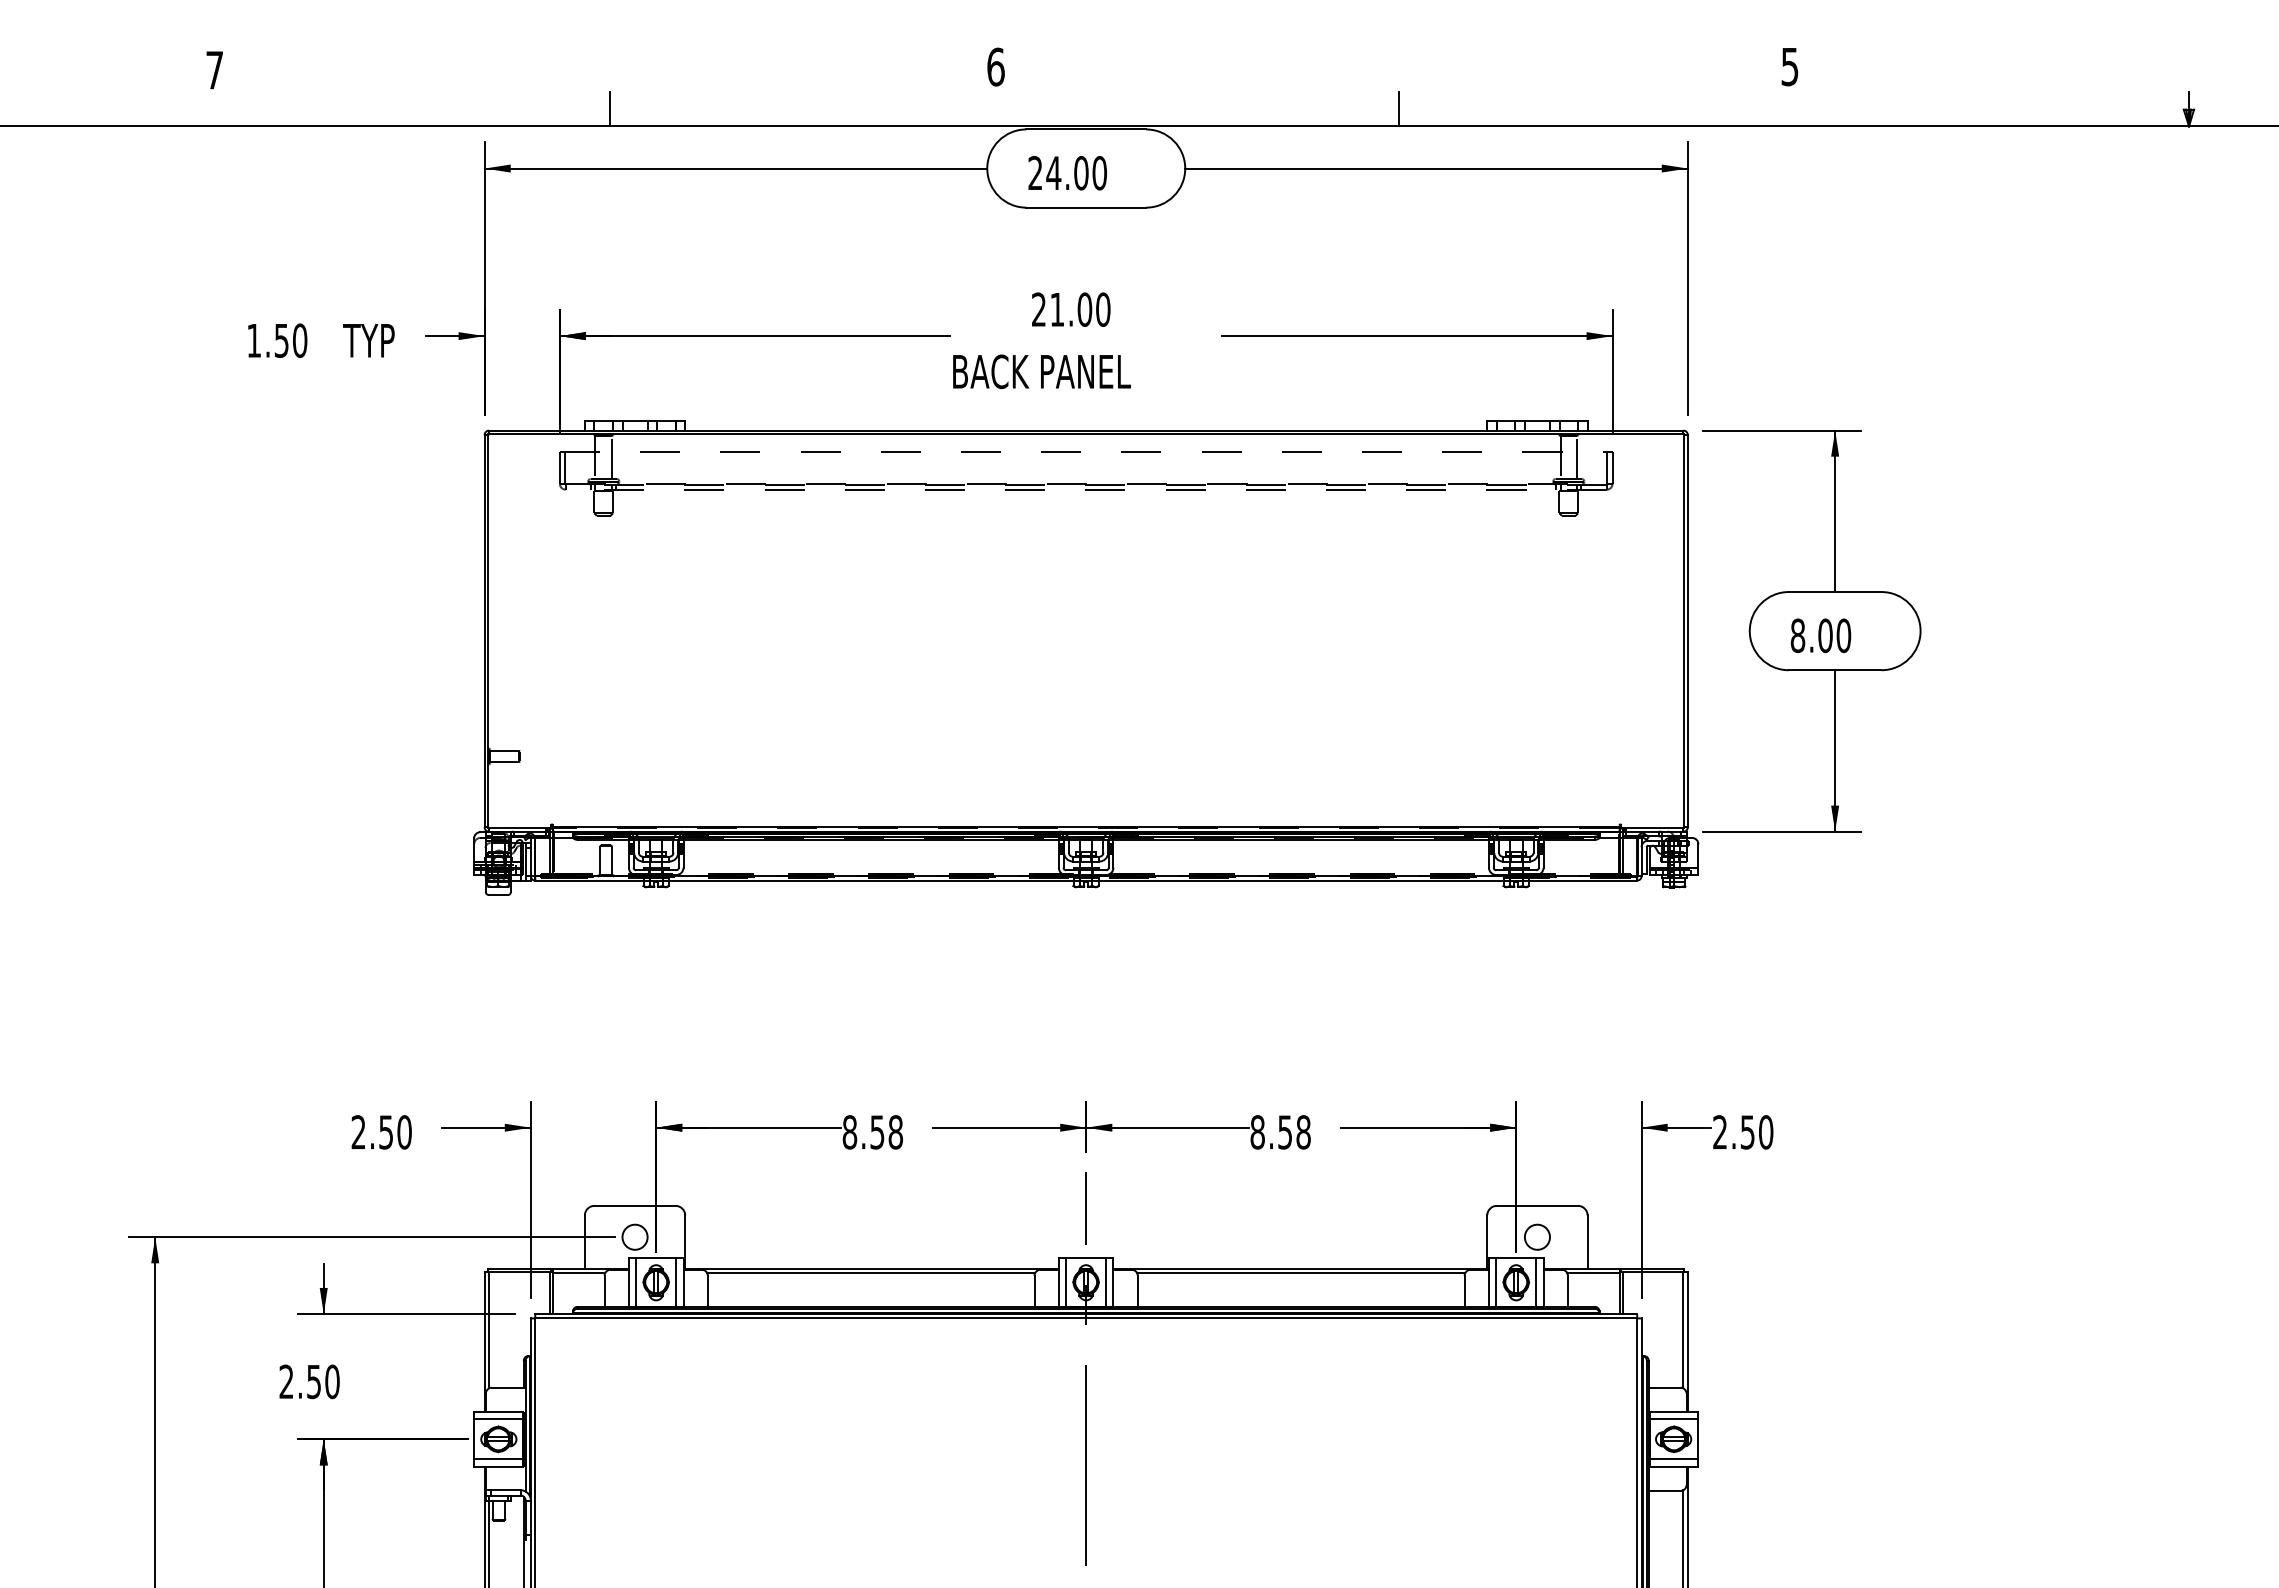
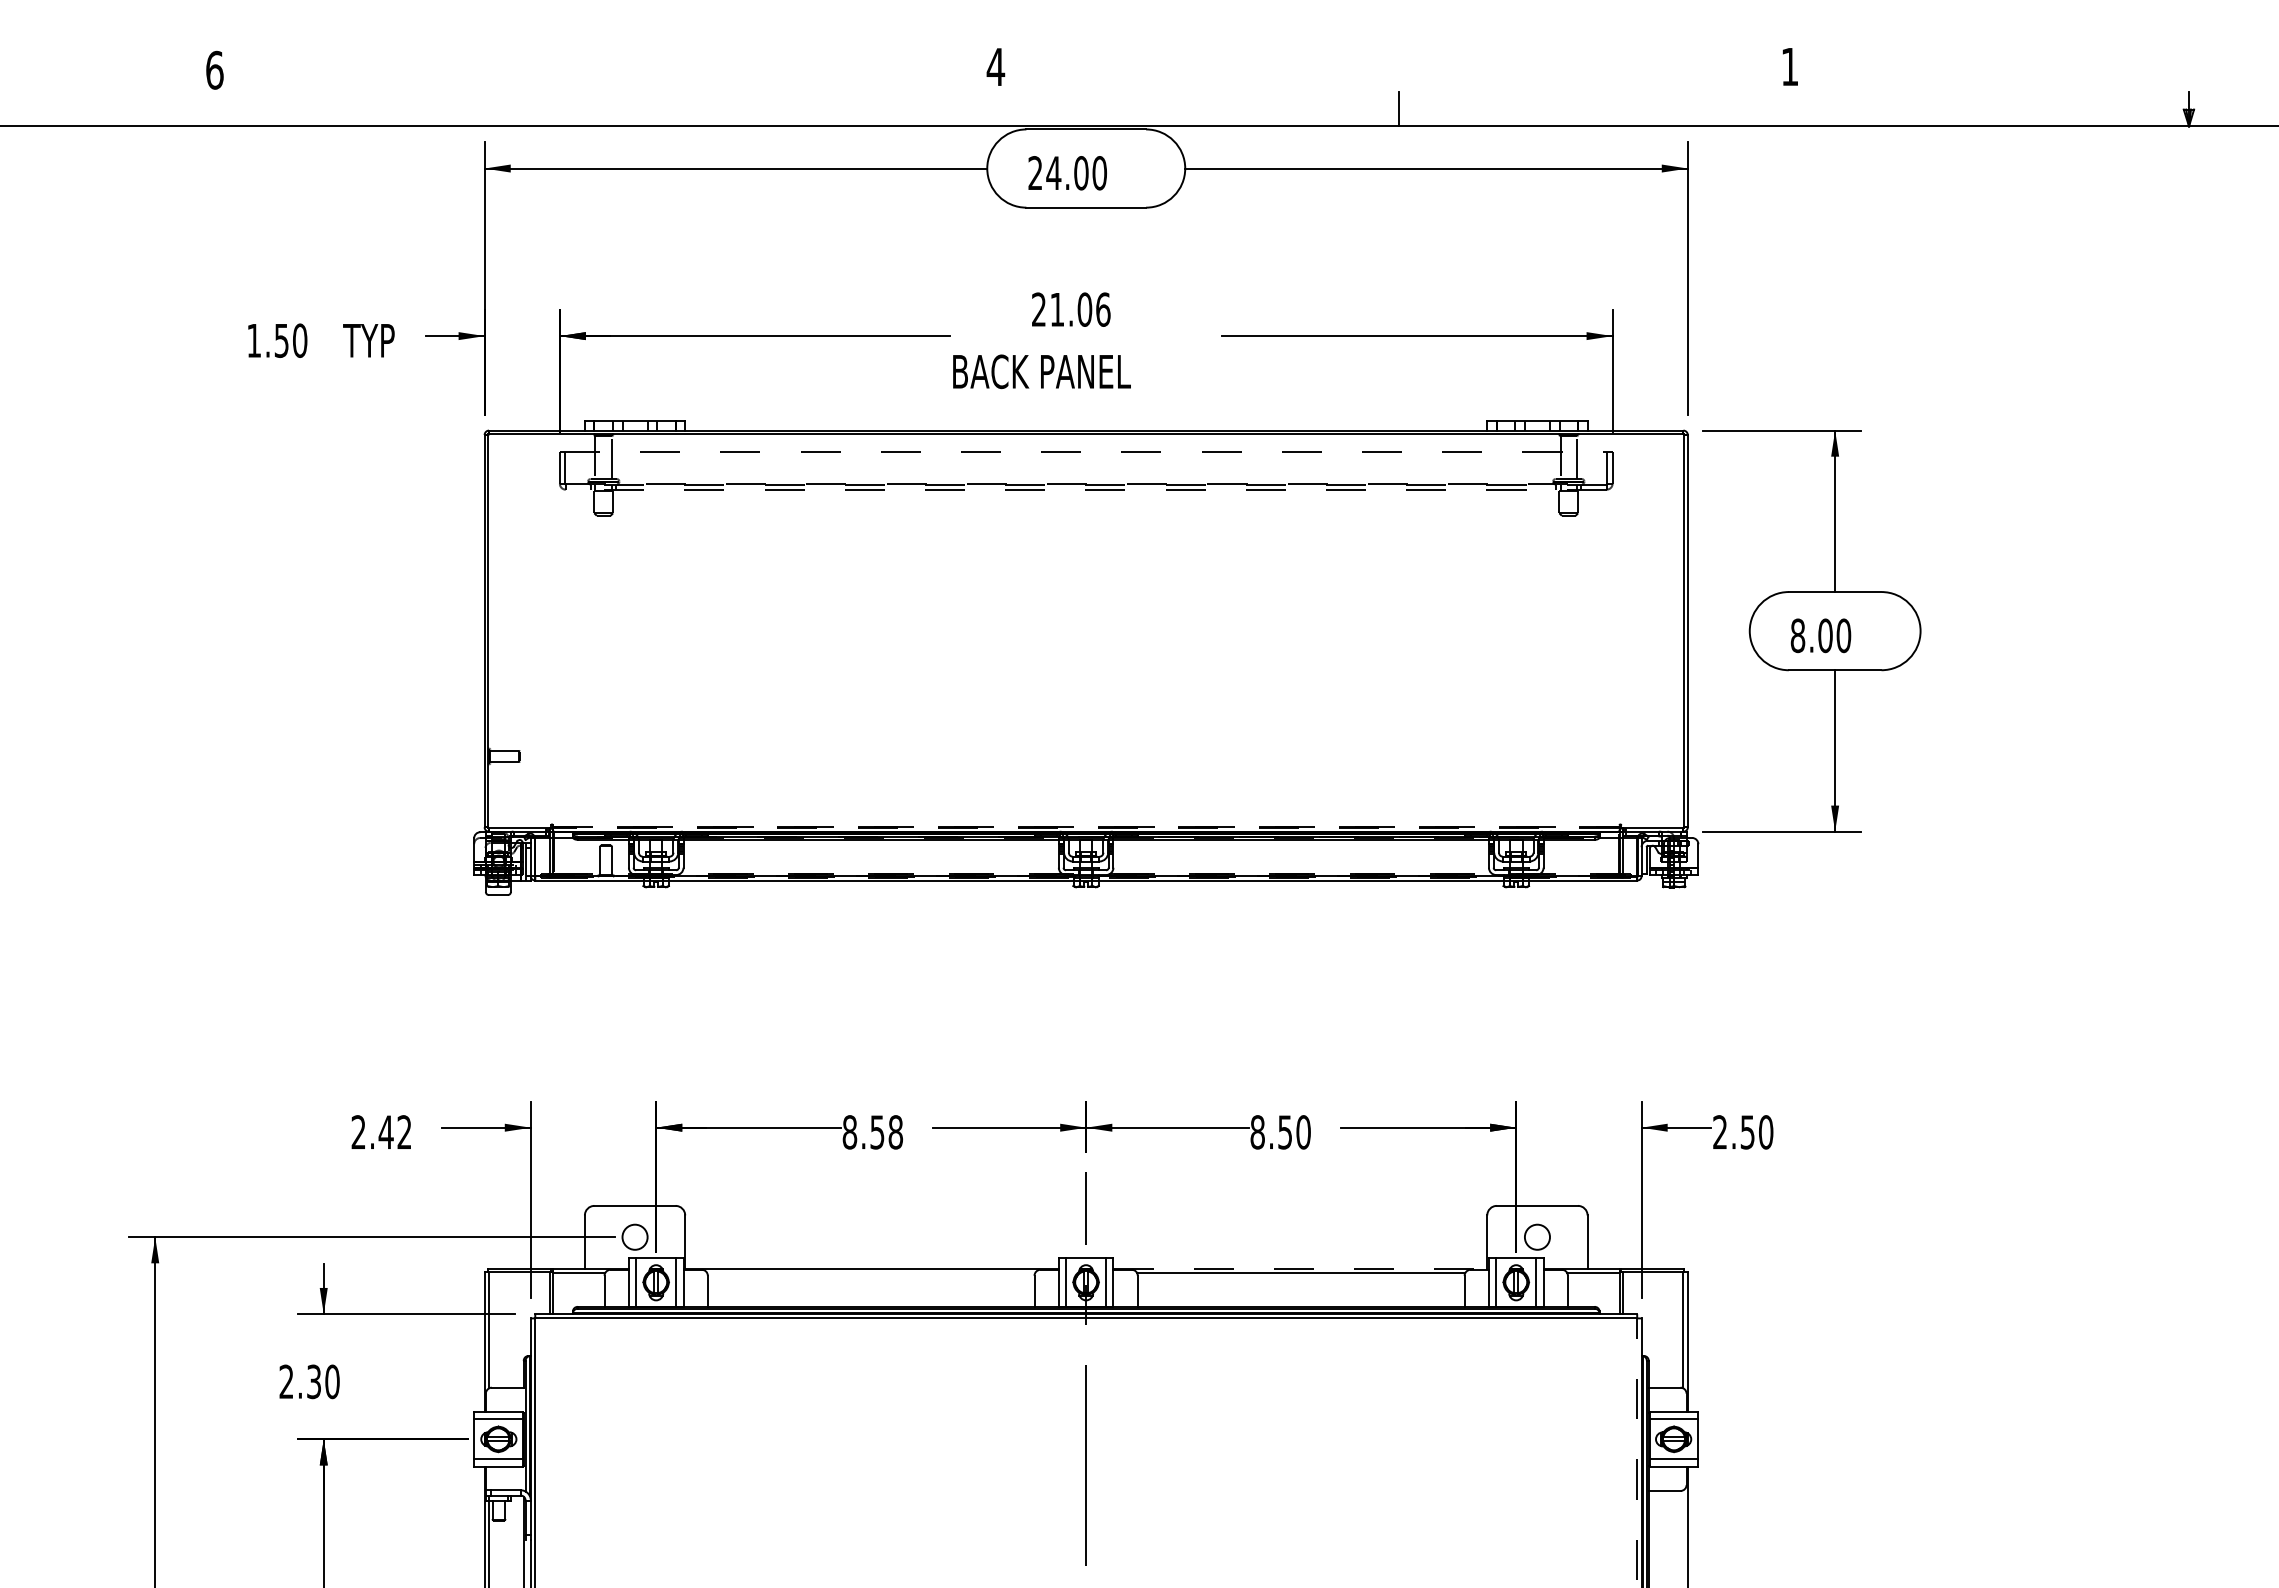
text at (995, 66): 6 -> 4
text at (1789, 67): 5 -> 1
text at (214, 69): 7 -> 6
line at (609, 109): present -> none
text at (1103, 309): 21.00 -> 21.06
line at (1086, 827): solid -> dashed
text at (394, 1132): 2.50 -> 2.42
text at (1303, 1132): 8.58 -> 8.50
line at (1301, 1268): solid -> dashed
line at (871, 1272): present -> none
text at (313, 1381): 2.50 -> 2.30
line at (1637, 1452): solid -> dashed
line at (1683, 1537): present -> none
